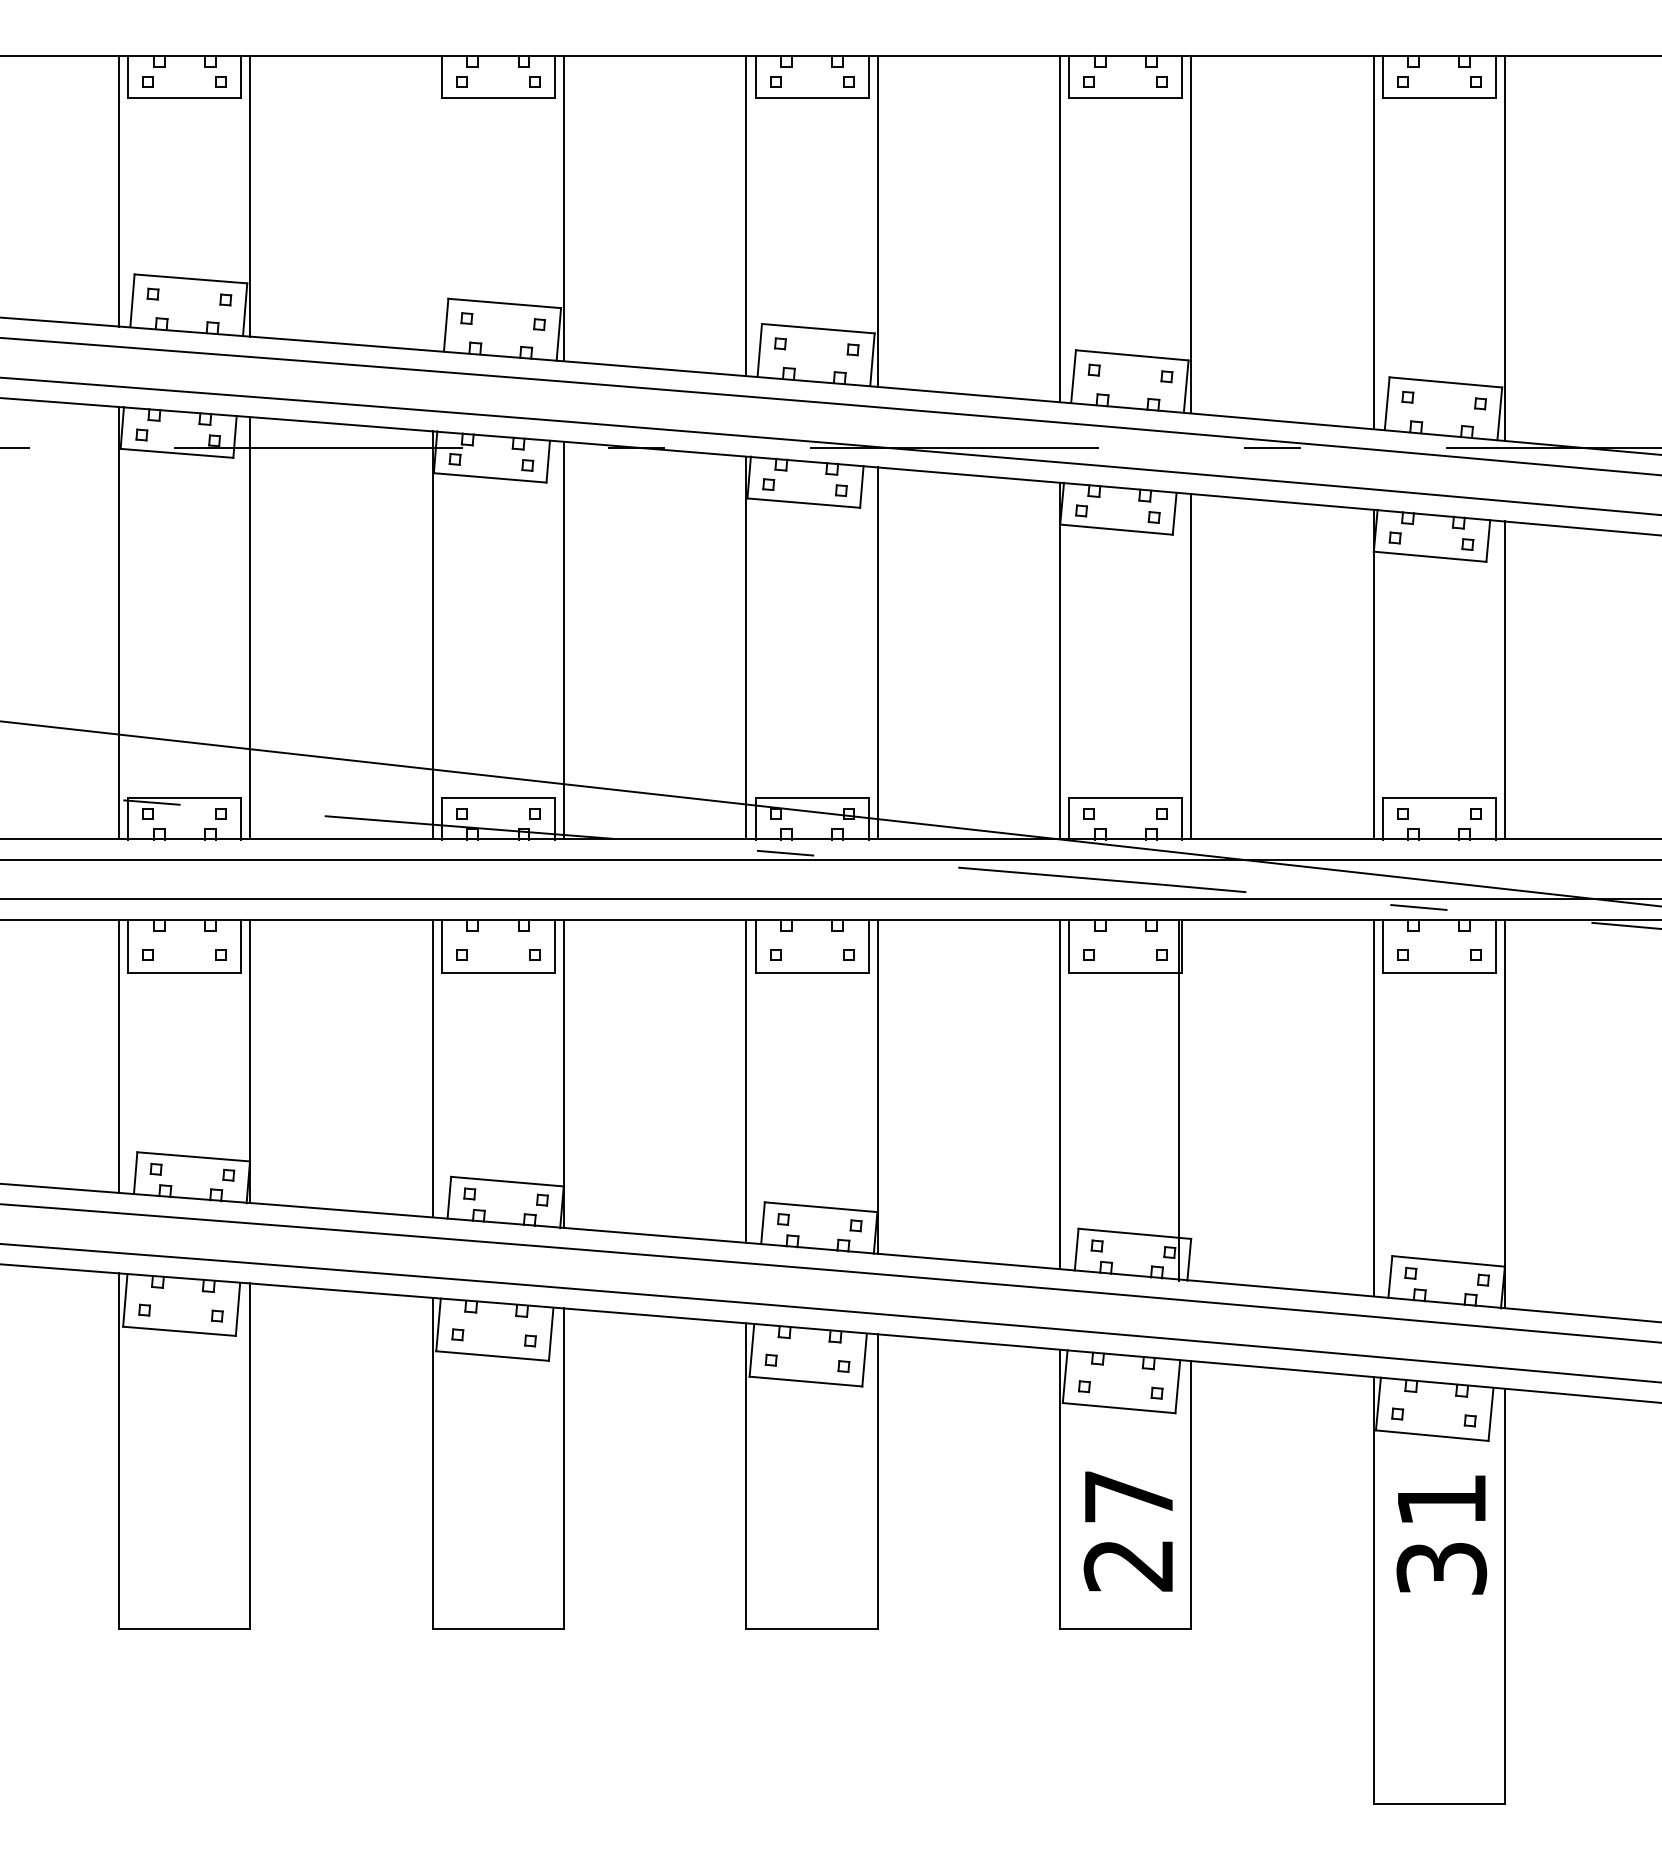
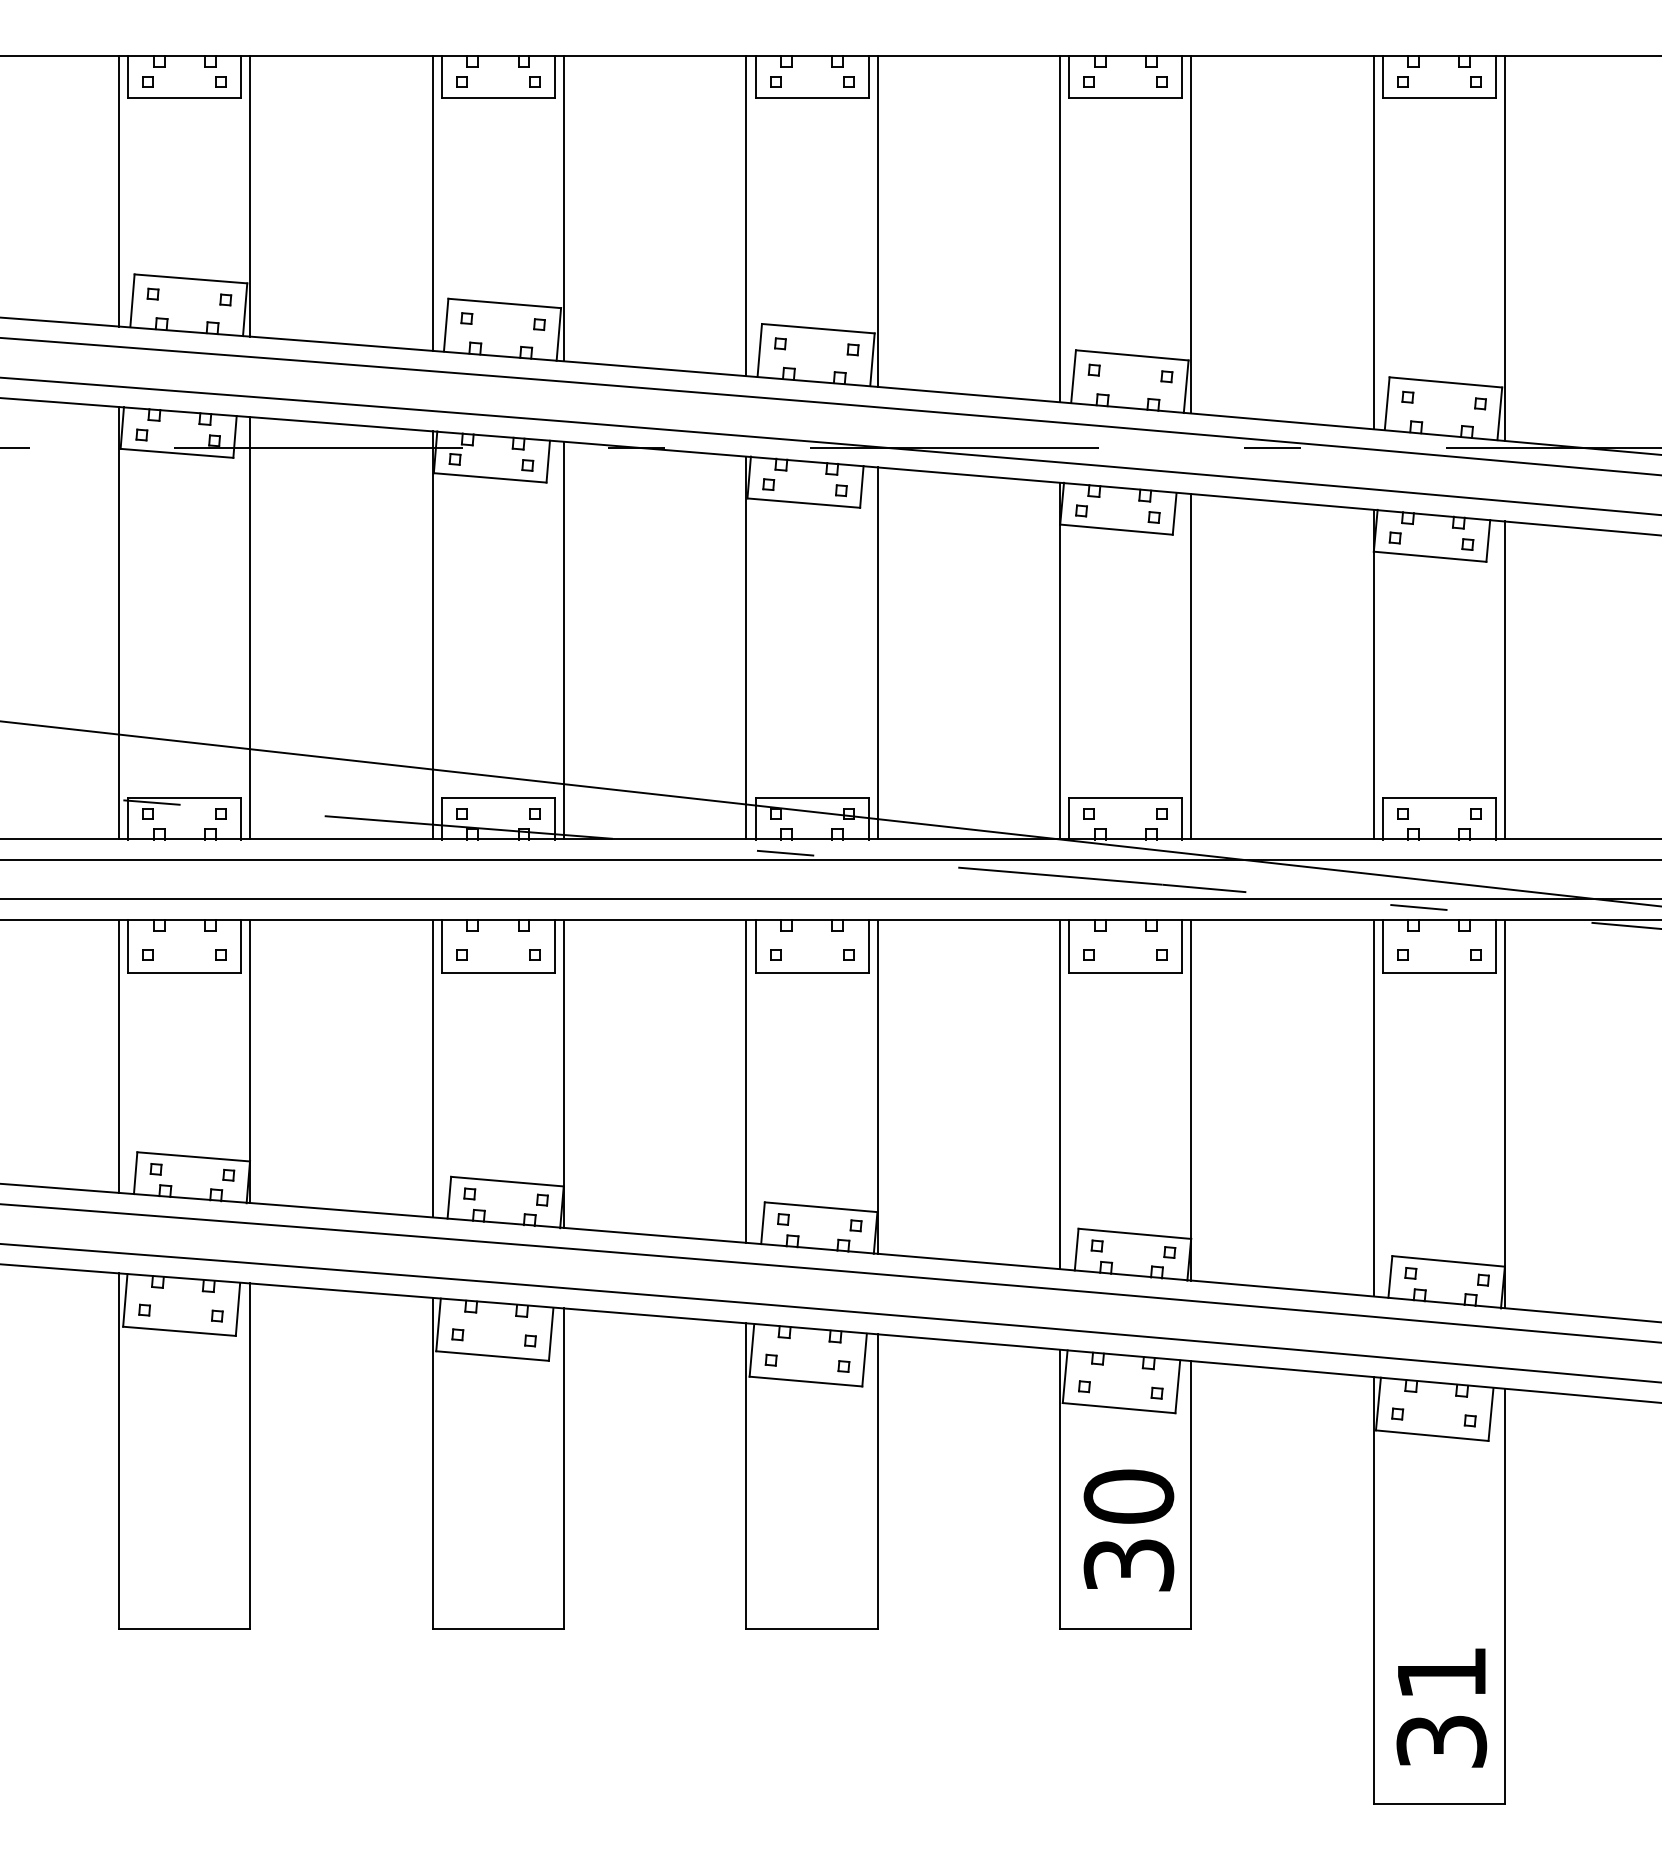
line at (432, 202): none -> present
line at (1179, 1100) position: (1179, 1100) -> (1191, 1100)
text at (1128, 1530): 27 -> 30
text at (1441, 1534) position: (1441, 1534) -> (1441, 1707)
